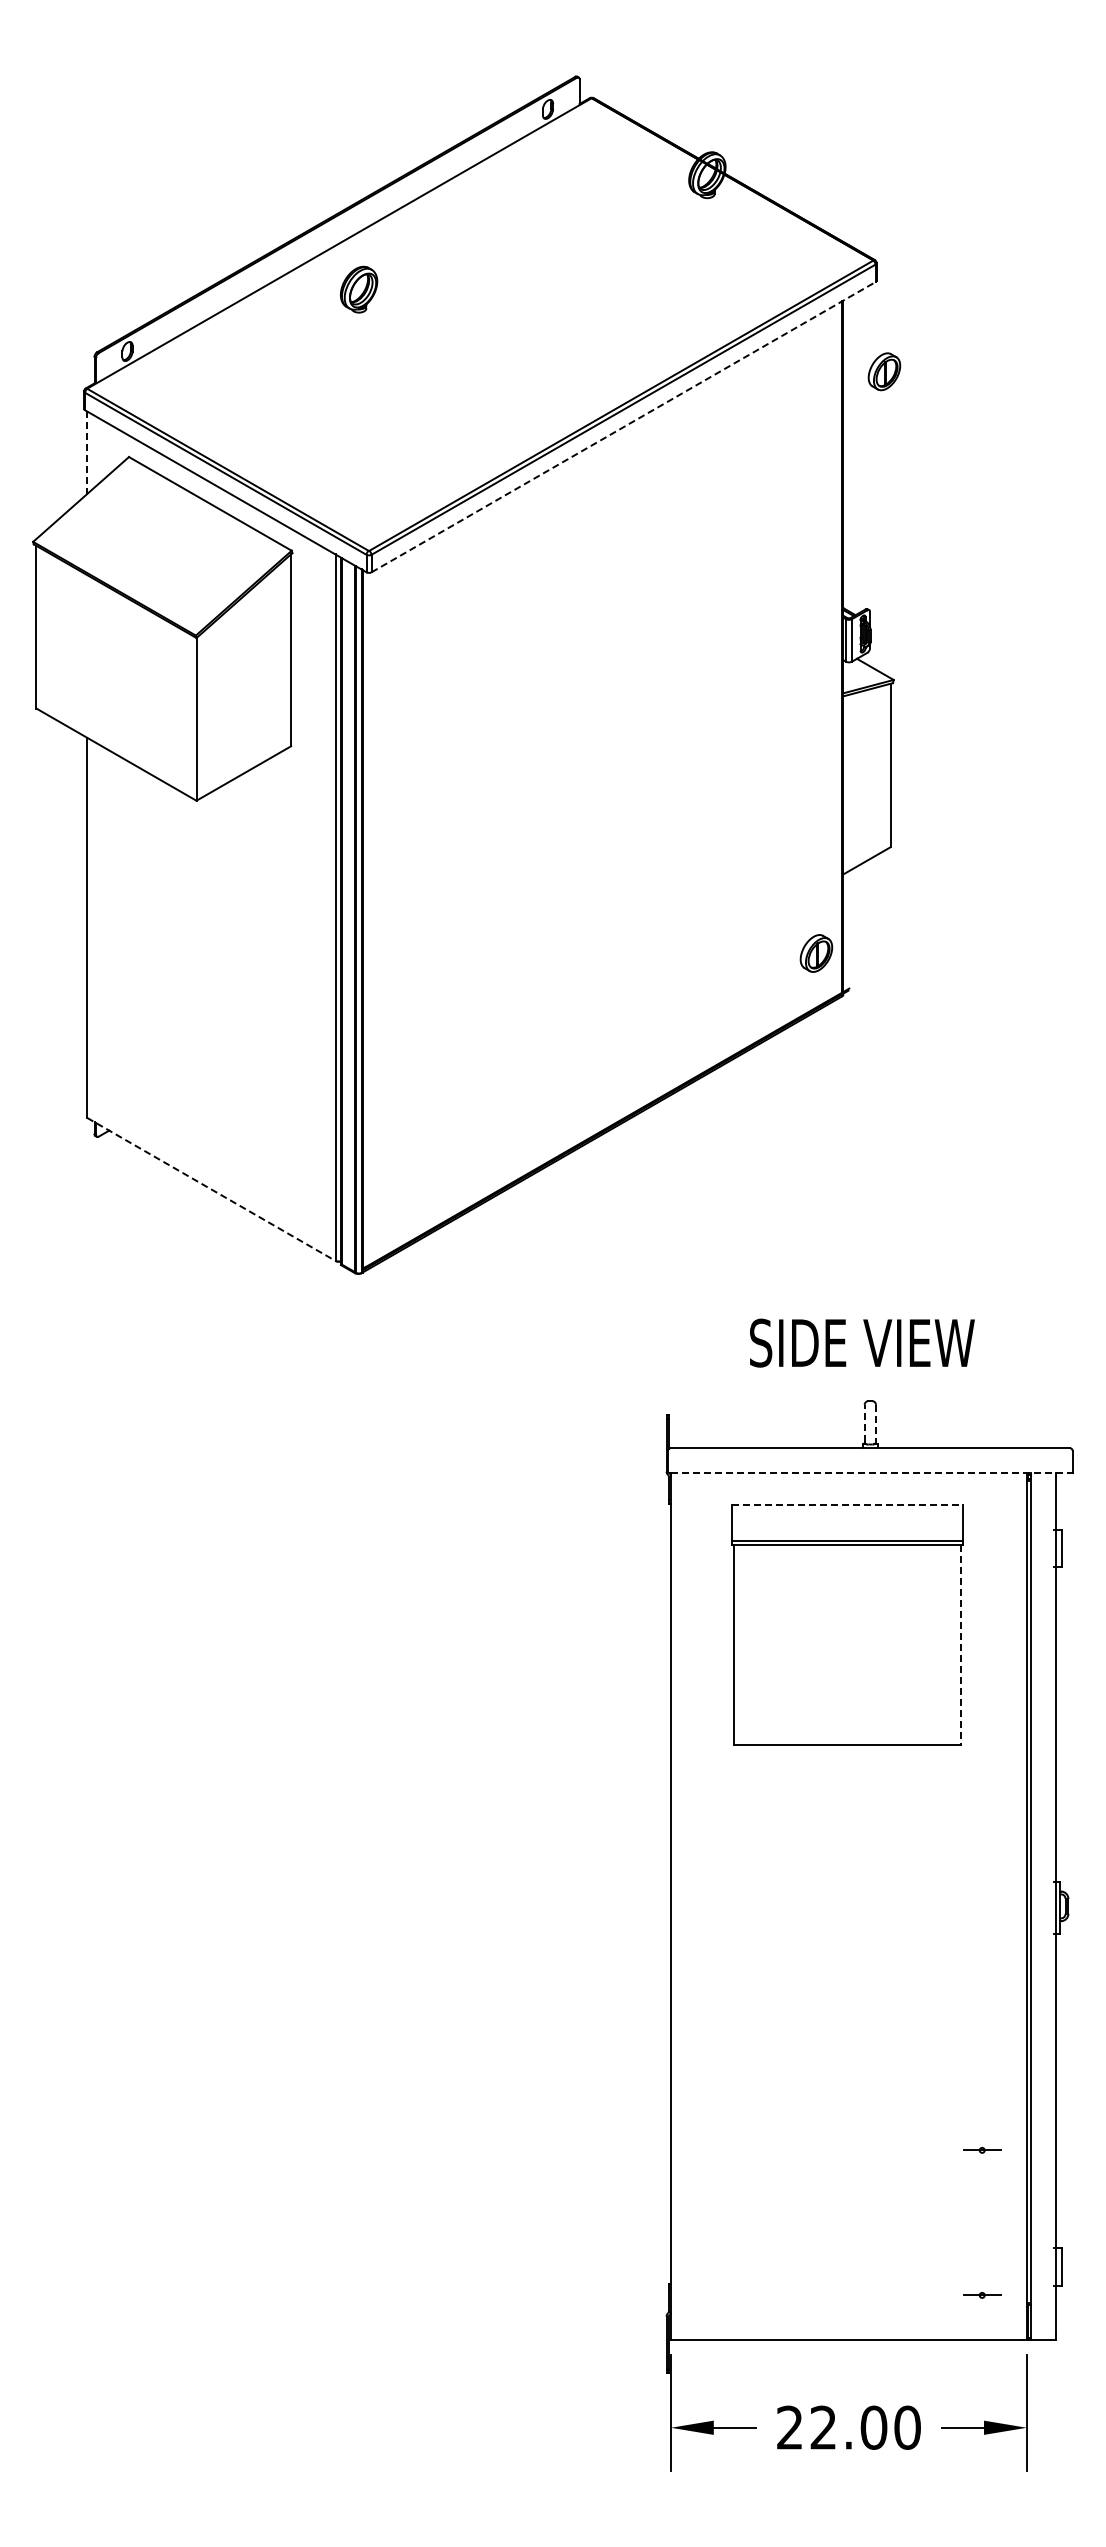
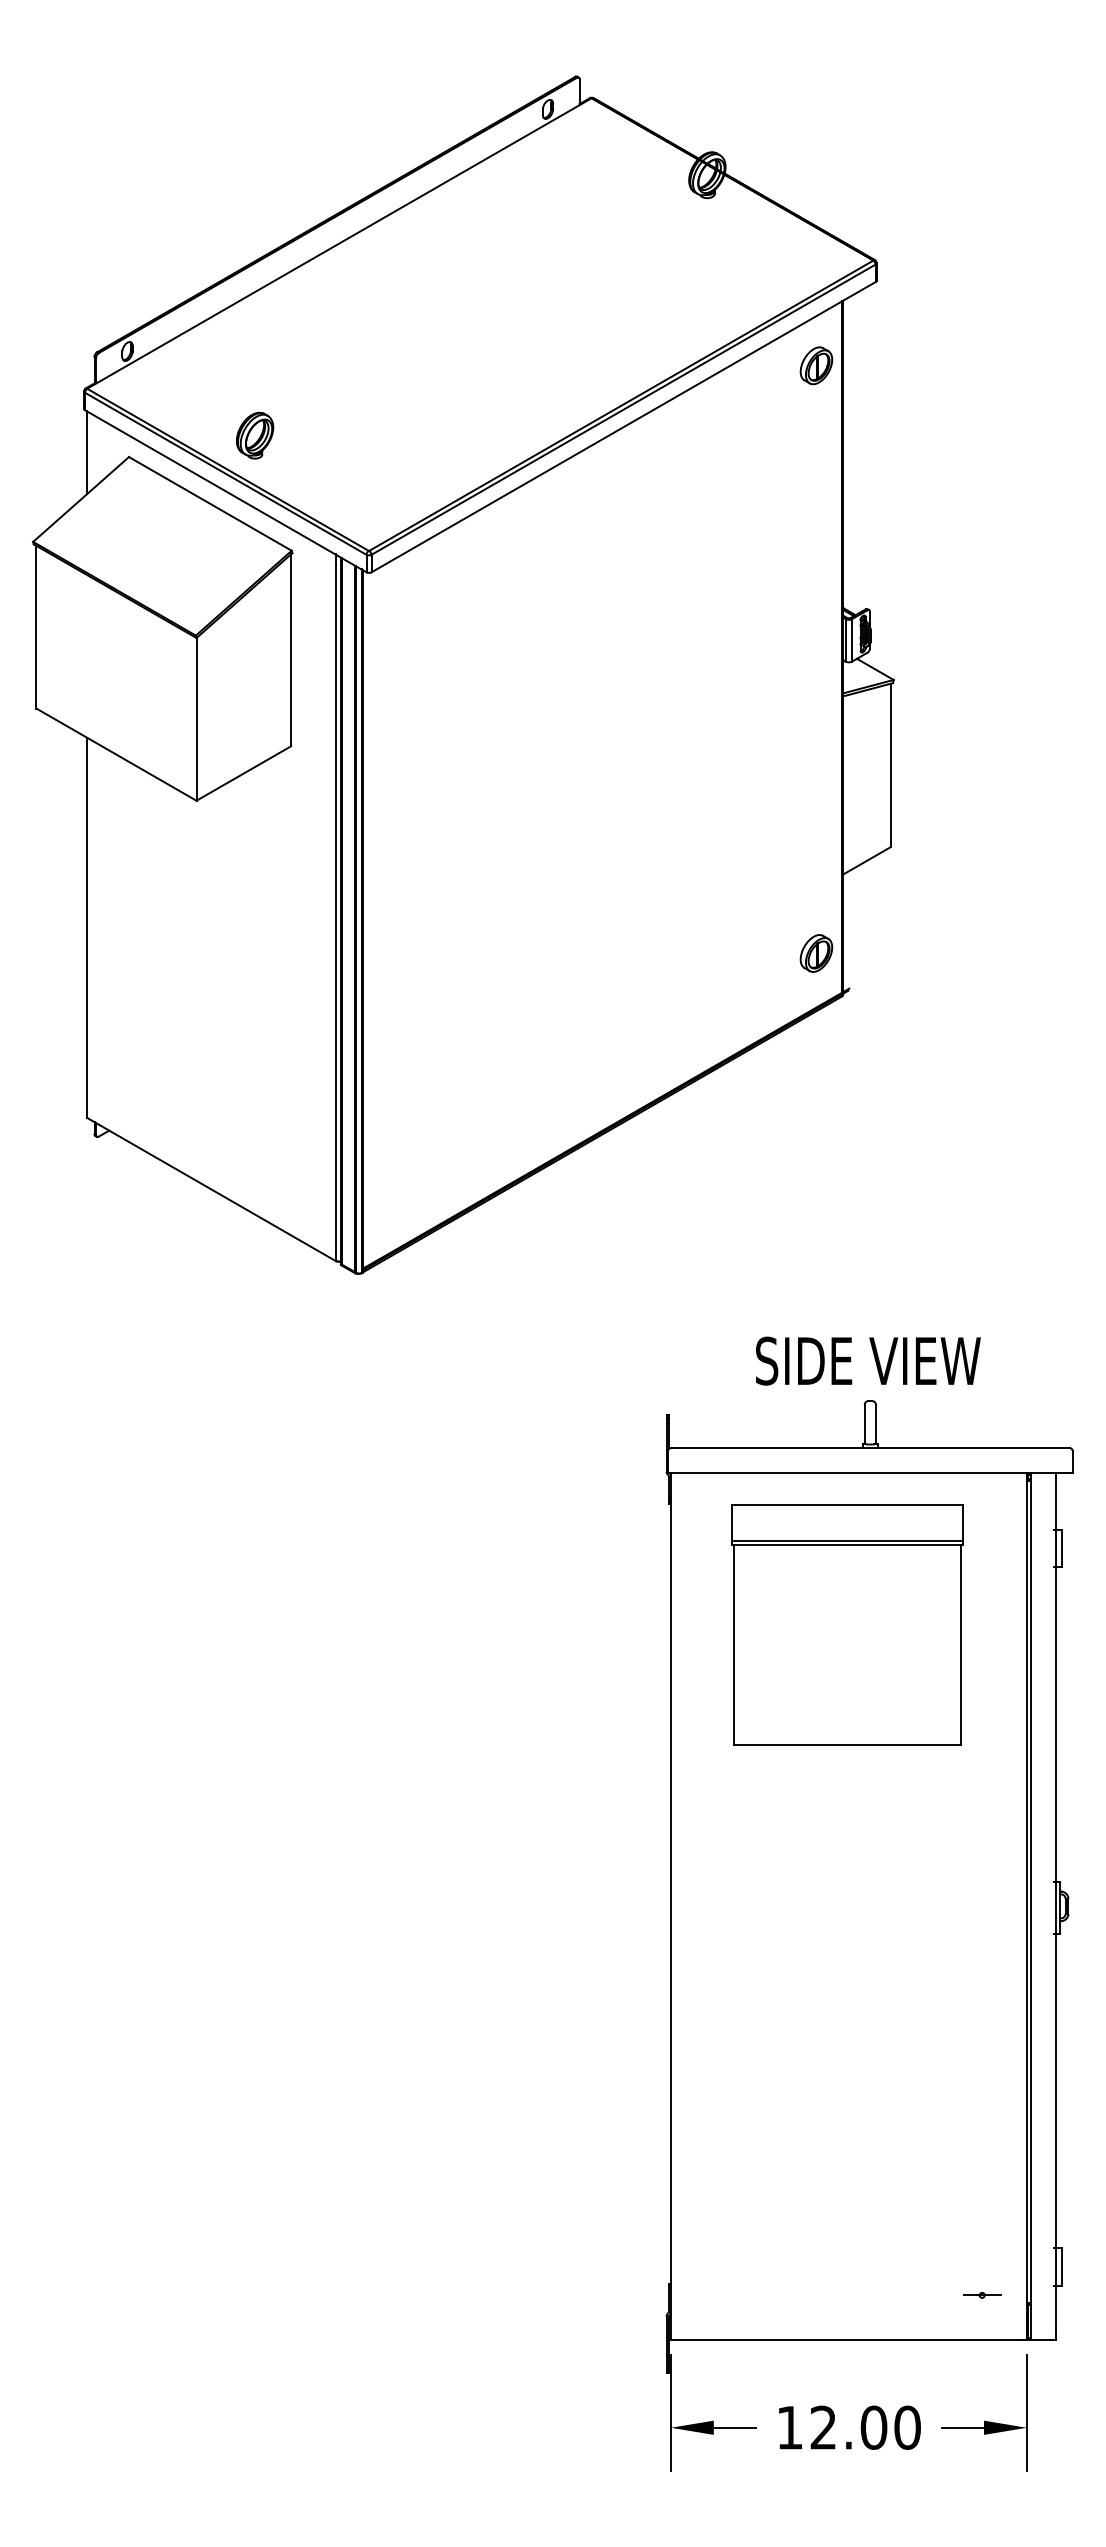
part at (359, 289) position: (359, 289) -> (255, 435)
part at (884, 371) position: (884, 371) -> (816, 365)
line at (623, 427): dashed -> solid
line at (87, 453): dashed -> solid
line at (211, 1189): dashed -> solid
text at (862, 1342) position: (862, 1342) -> (868, 1360)
line at (864, 1423): dashed -> solid
line at (875, 1423): dashed -> solid
line at (870, 1472): dashed -> solid
line at (847, 1504): dashed -> solid
line at (960, 1645): dashed -> solid
part at (982, 2150): present -> none
text at (789, 2427): 22.00 -> 12.00
